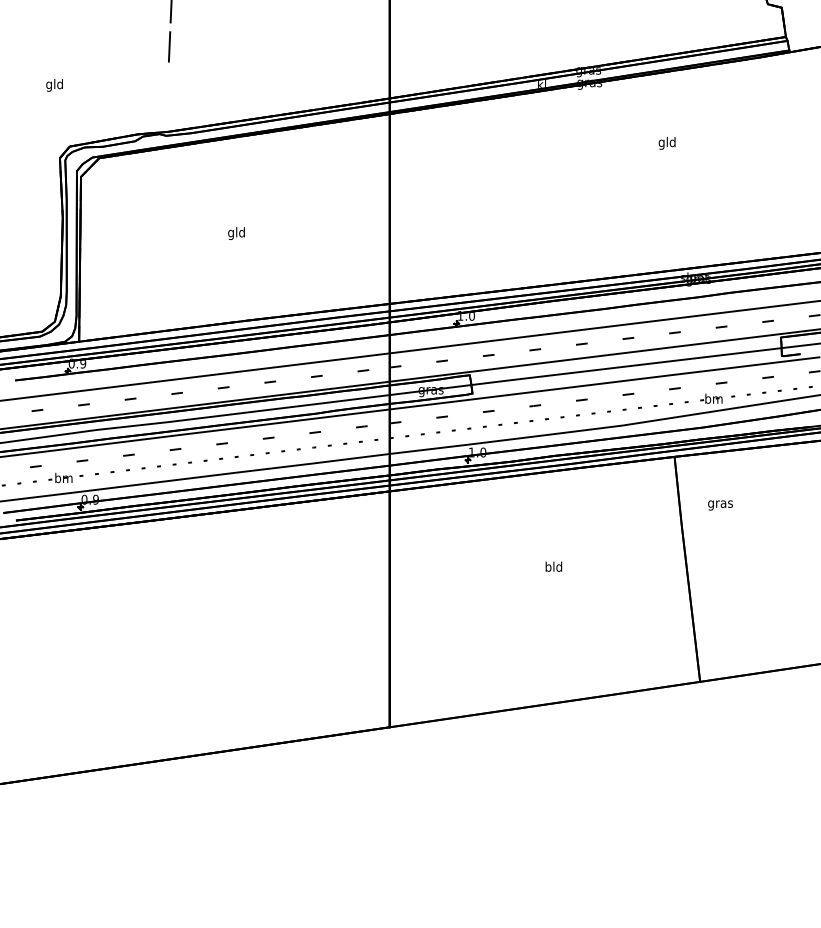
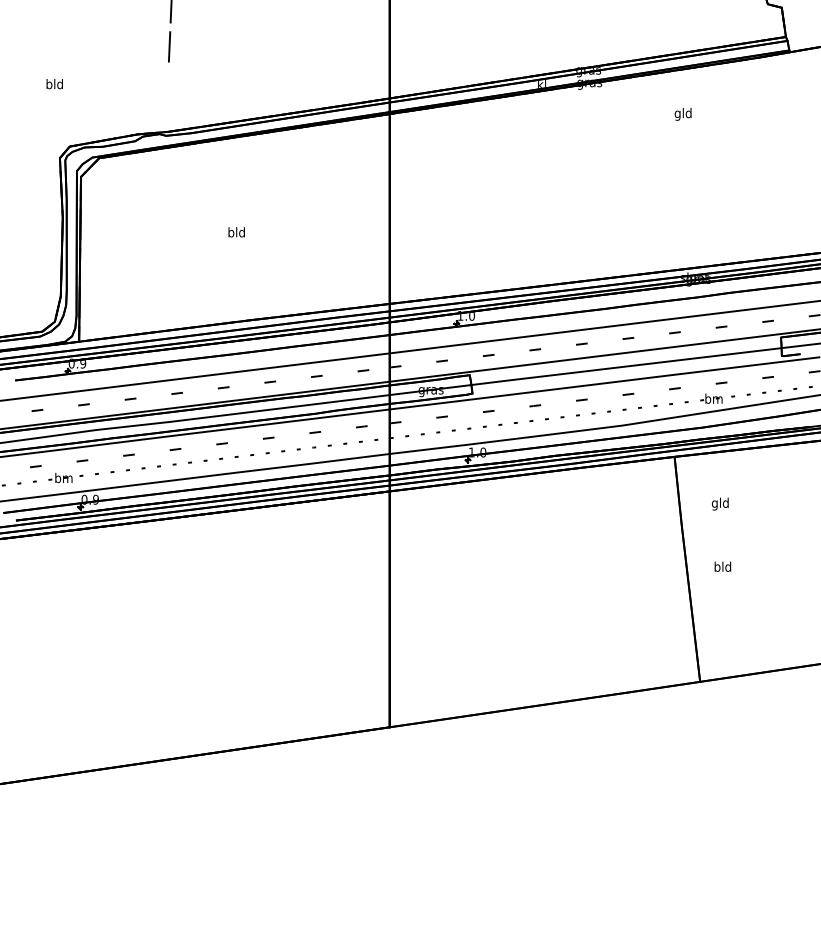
text at (49, 85): gld -> bld
text at (666, 143) position: (666, 143) -> (682, 114)
text at (231, 233): gld -> bld
text at (720, 503): gras -> gld
text at (553, 566) position: (553, 566) -> (722, 566)
